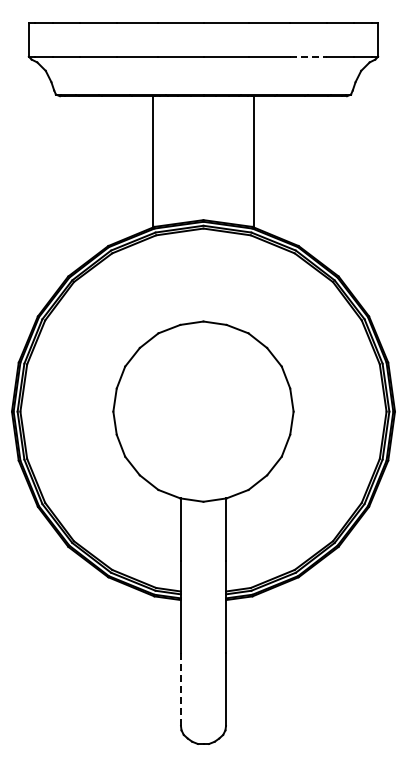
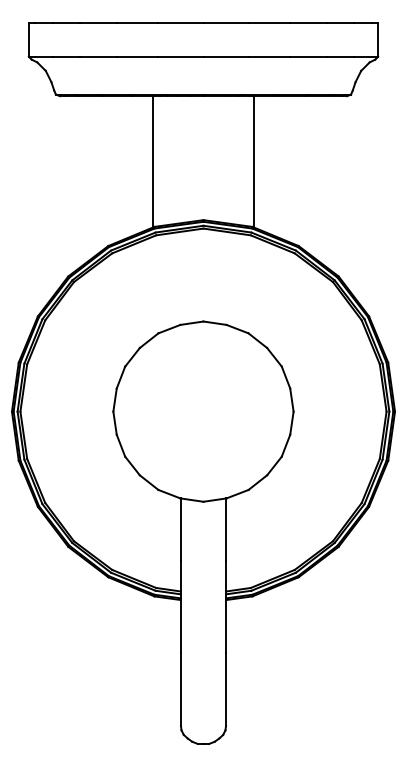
line at (309, 56): dashed -> solid
line at (180, 689): dashed -> solid
